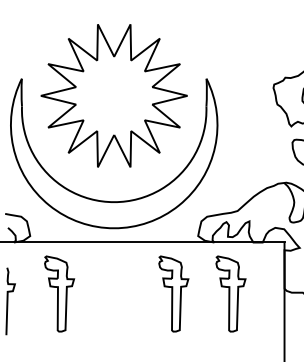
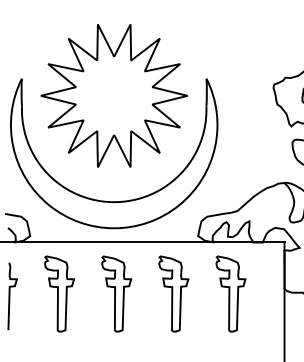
part at (116, 293): none -> present
curve at (8, 301) position: (8, 301) -> (10, 296)
